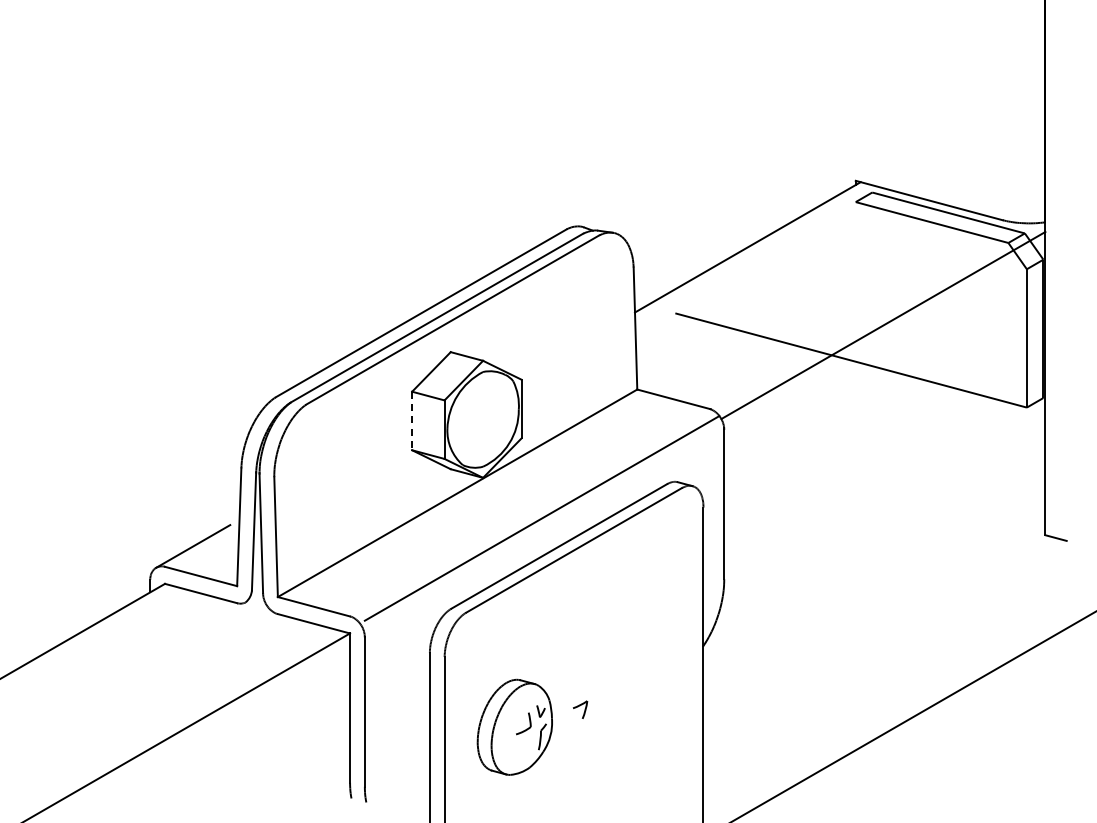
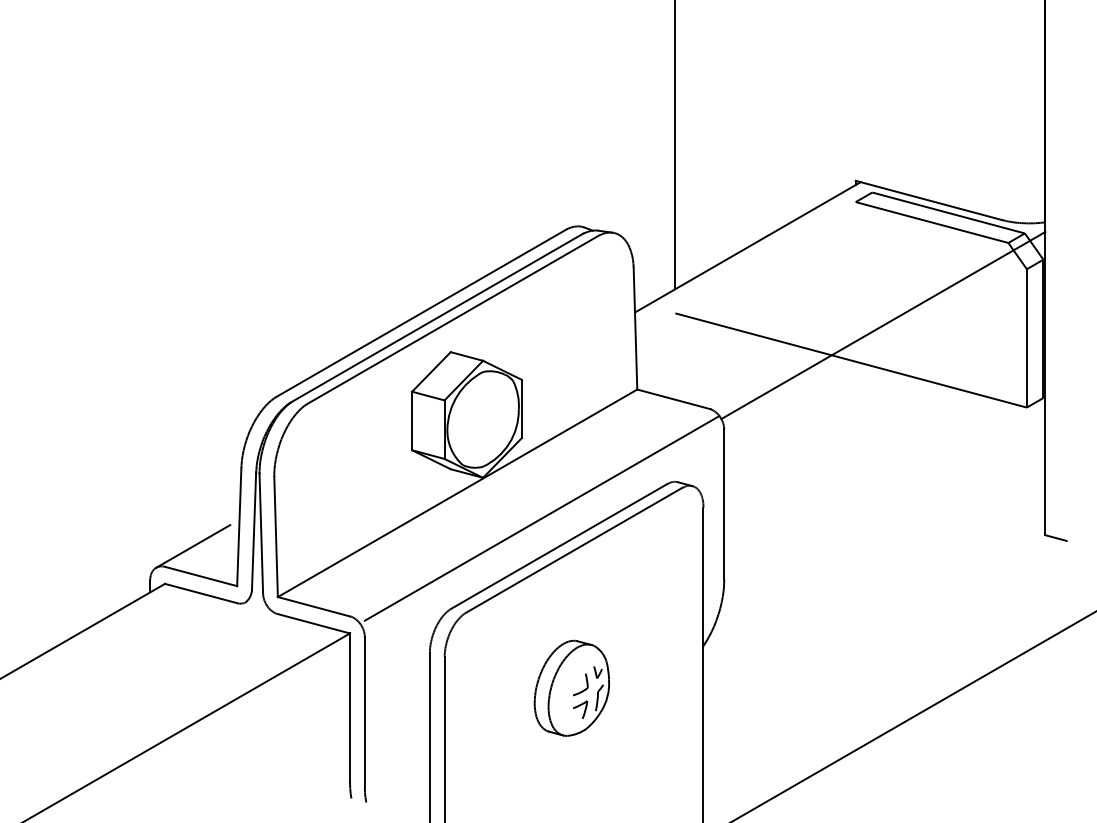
line at (675, 145): none -> present
line at (412, 421): dashed -> solid
part at (514, 726) position: (514, 726) -> (571, 687)
